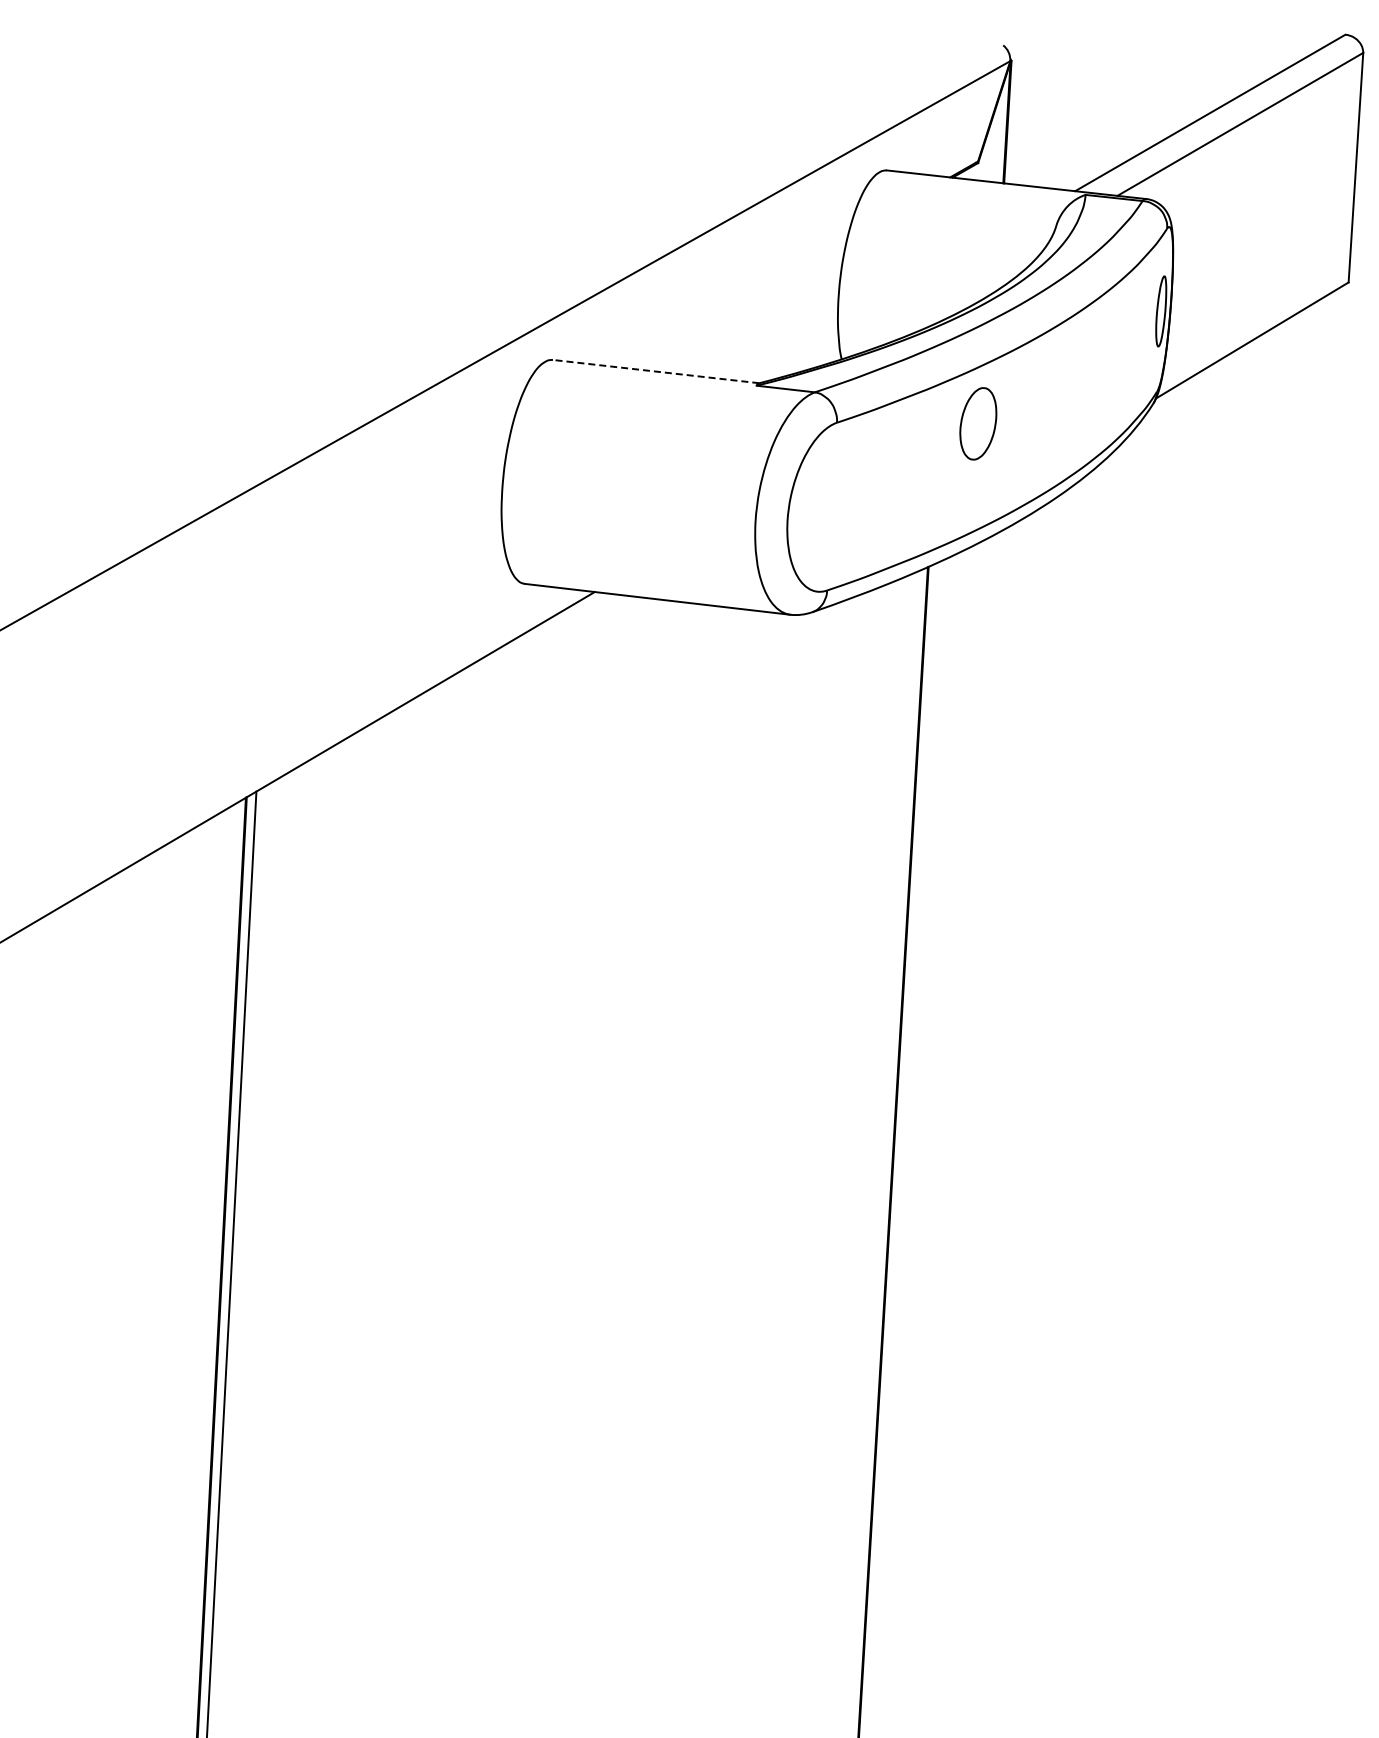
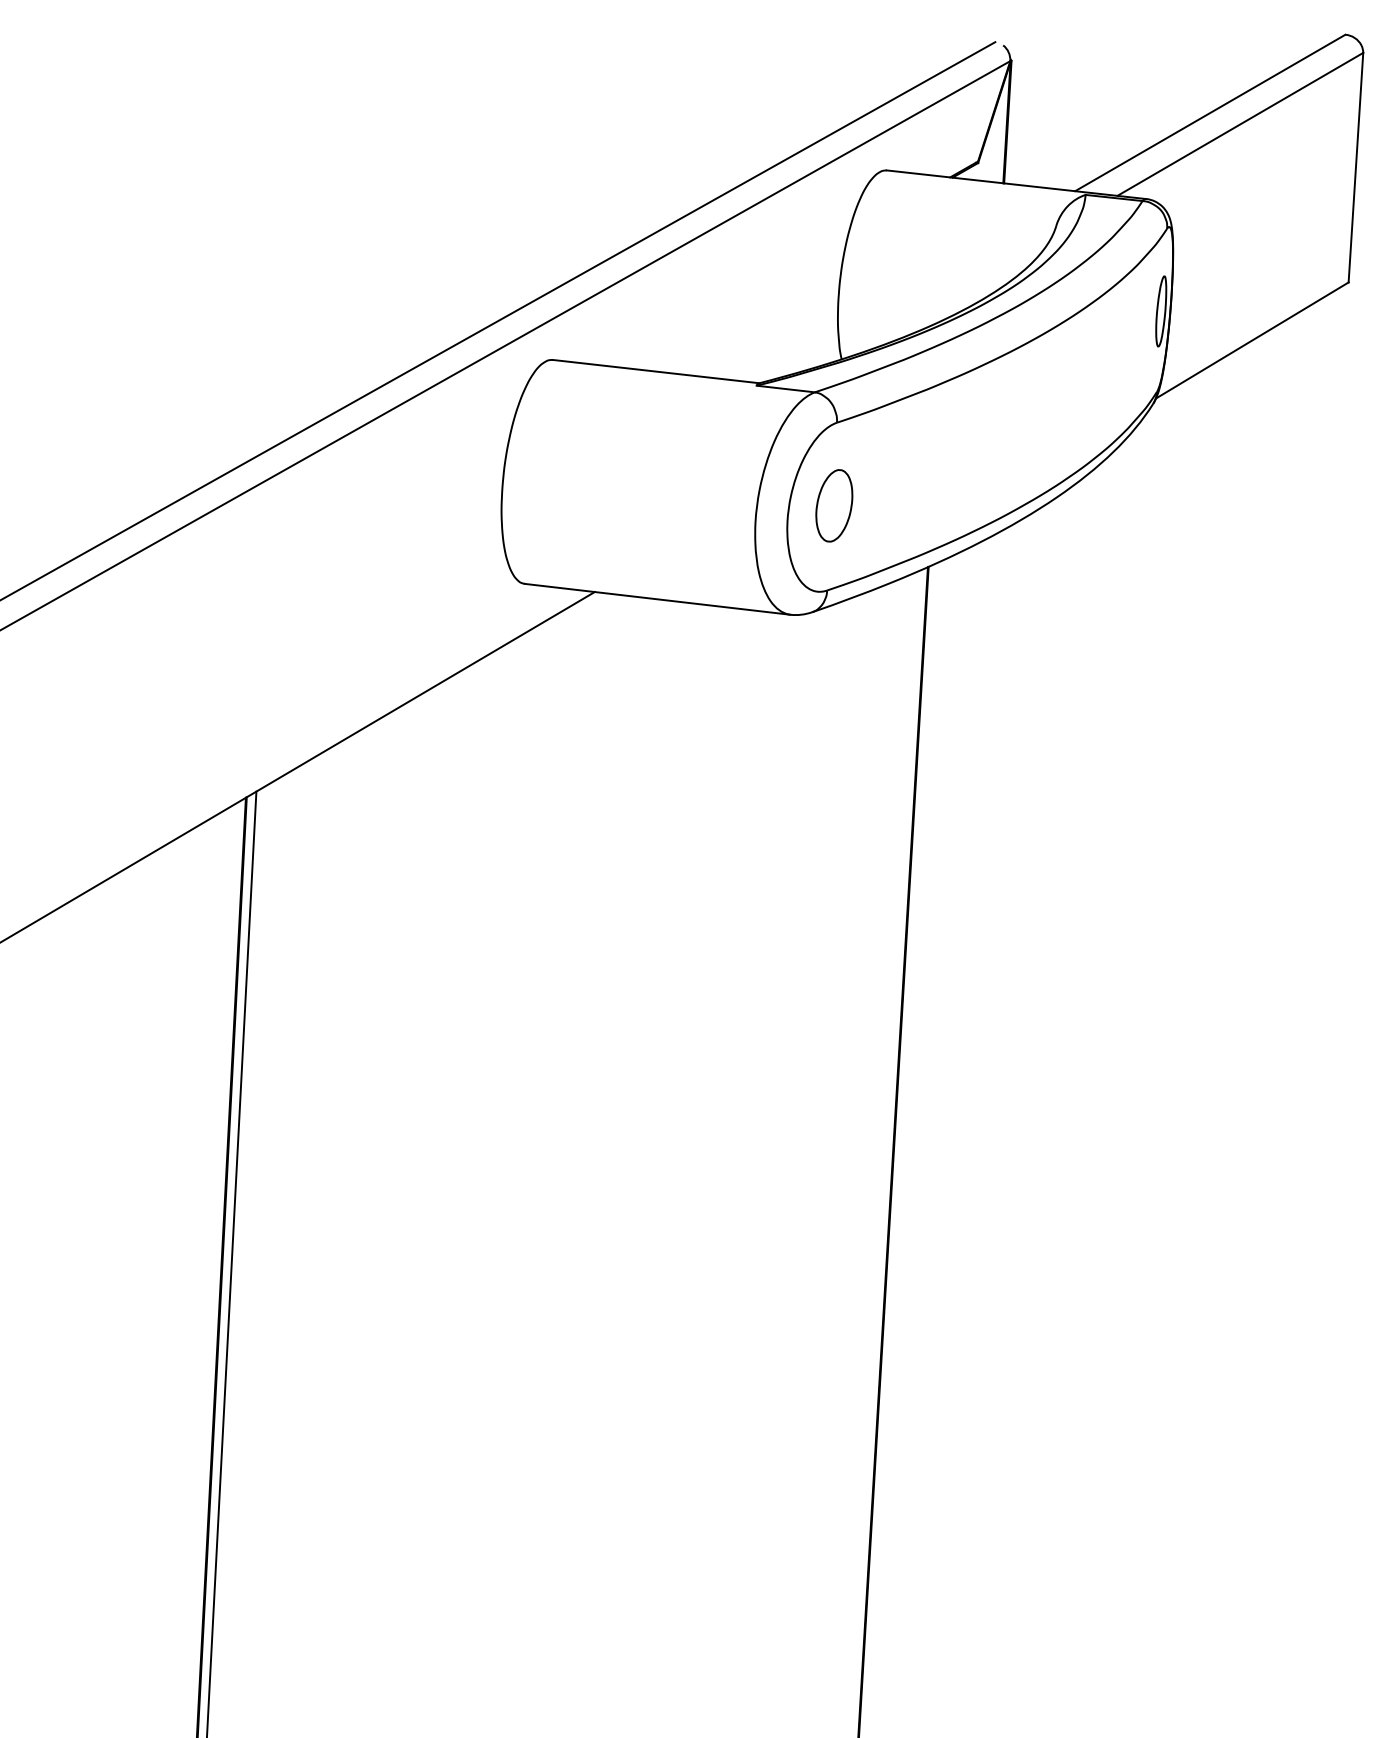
line at (498, 320): none -> present
line at (656, 371): dashed -> solid
part at (978, 423) position: (978, 423) -> (834, 505)
